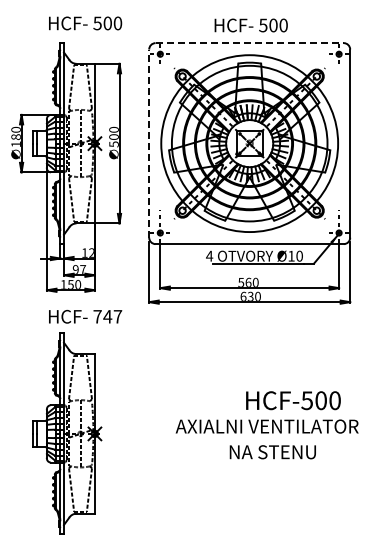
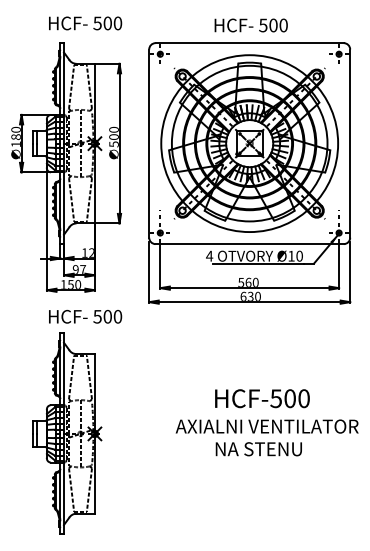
line at (250, 43): dashed -> solid
line at (149, 143): dashed -> solid
text at (107, 316): 747 -> 500
text at (293, 400) position: (293, 400) -> (262, 398)
text at (272, 452) position: (272, 452) -> (258, 449)
